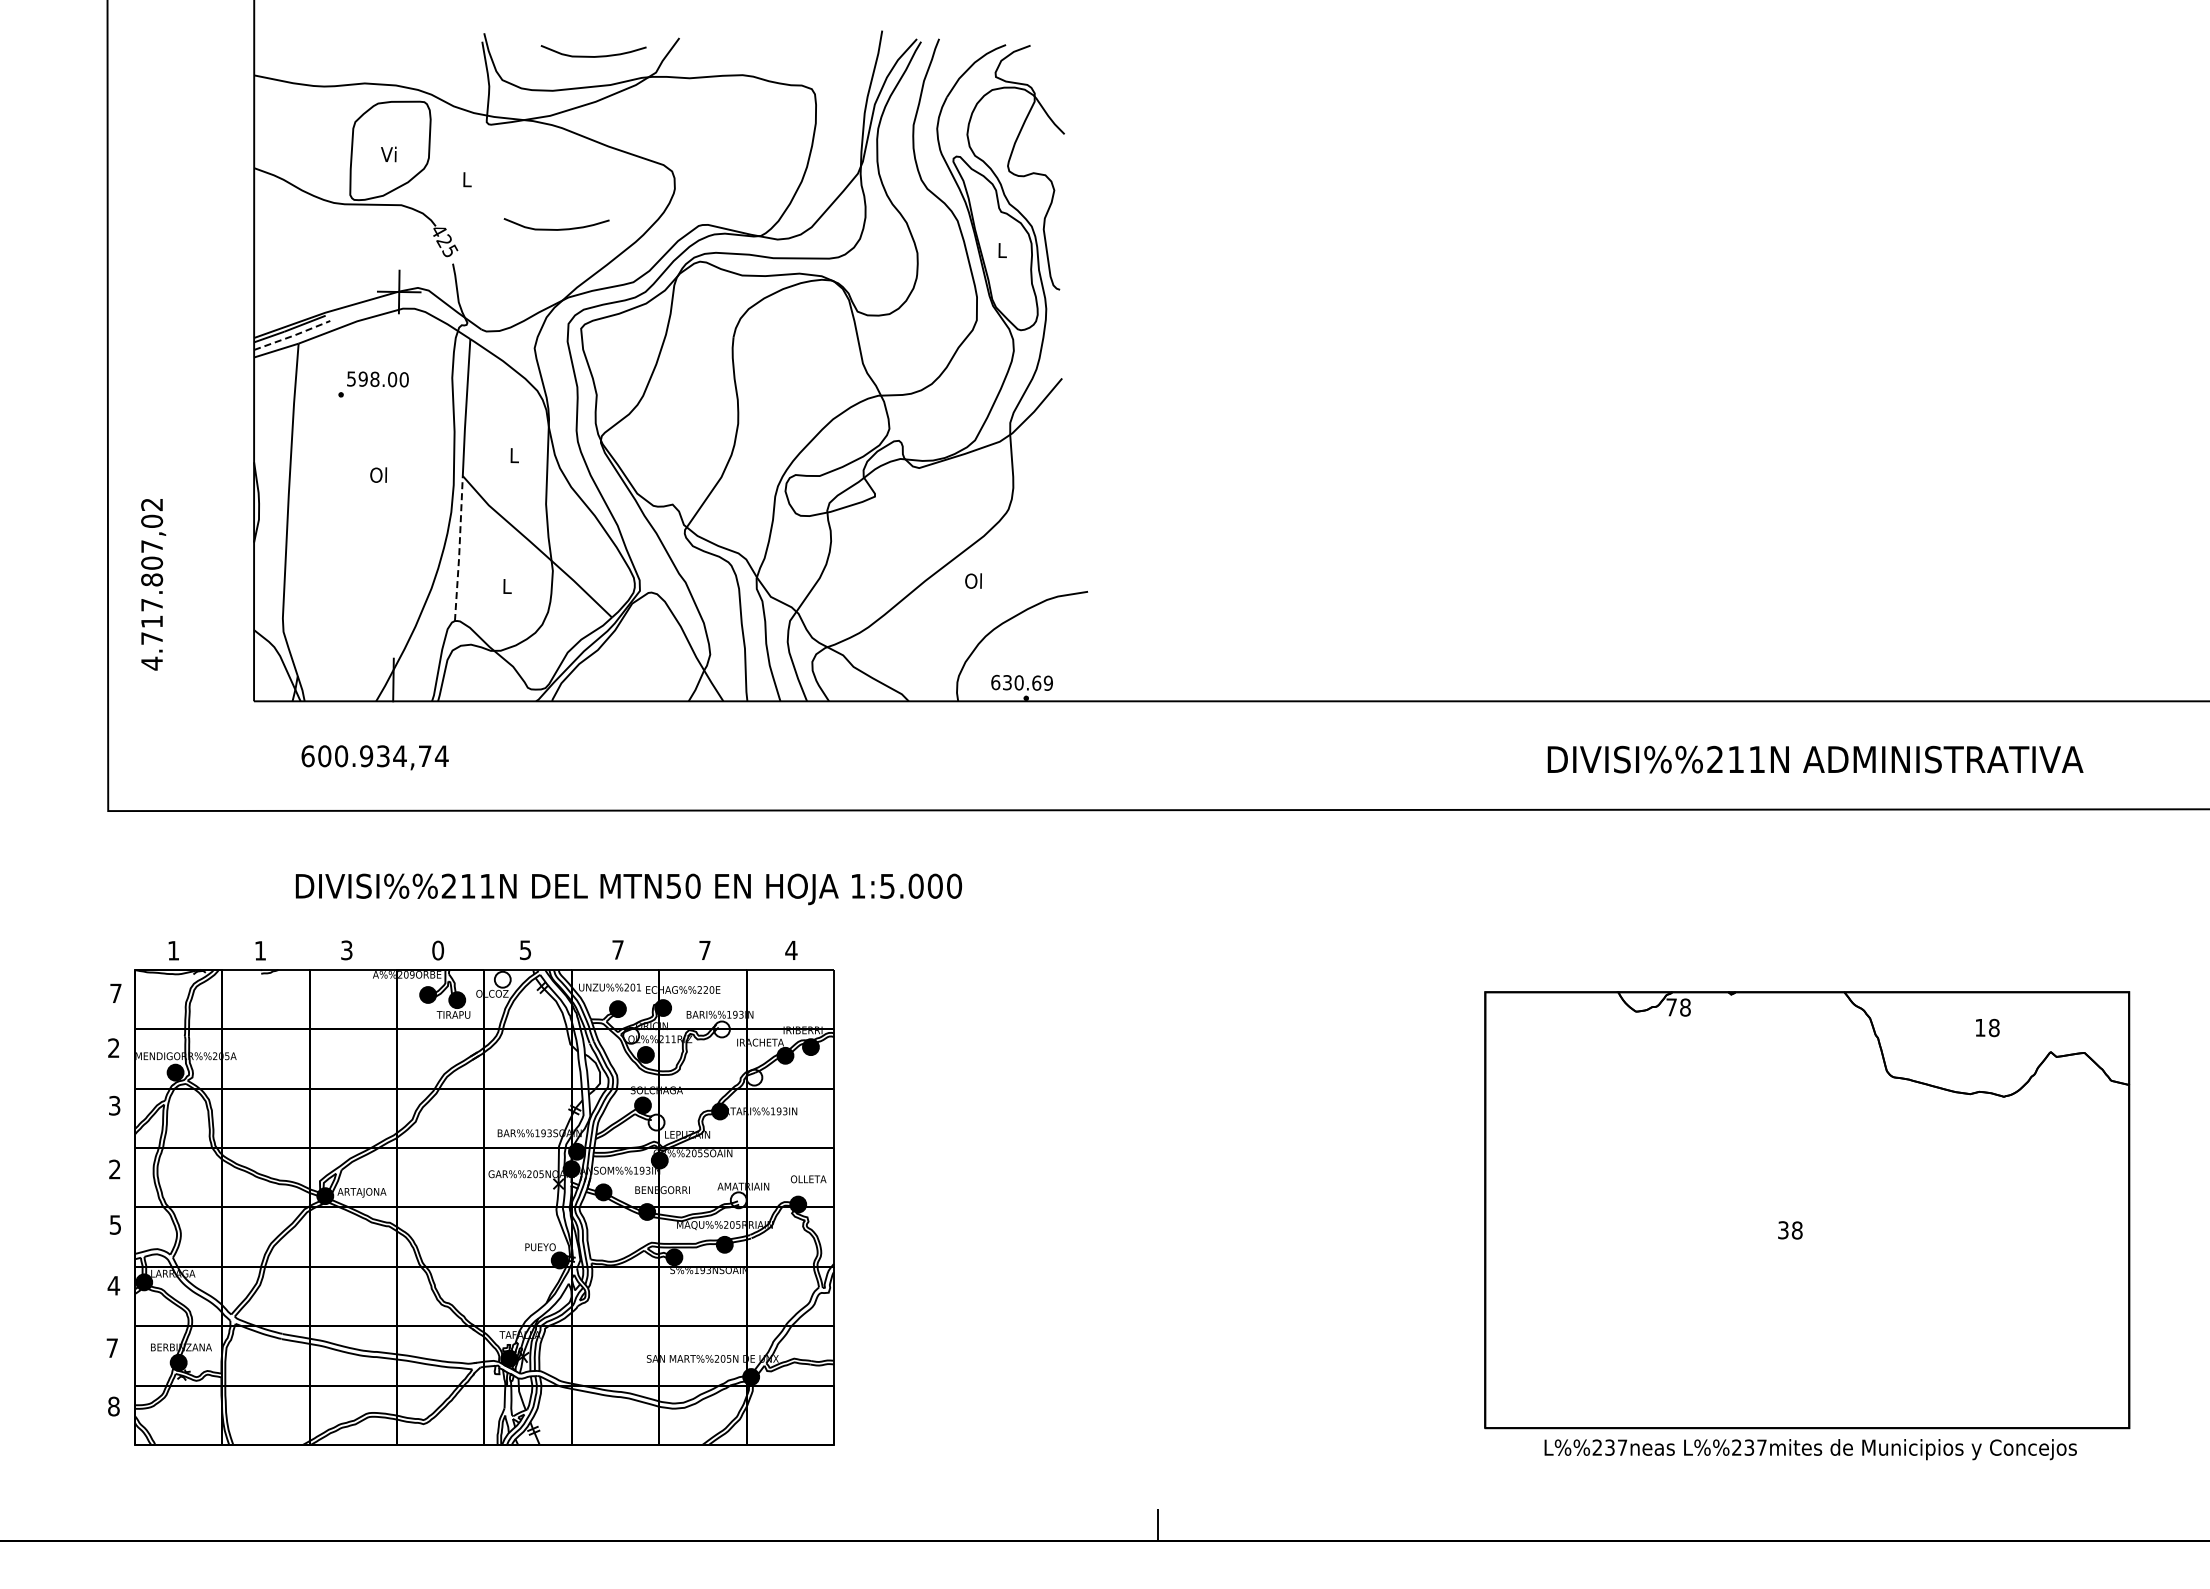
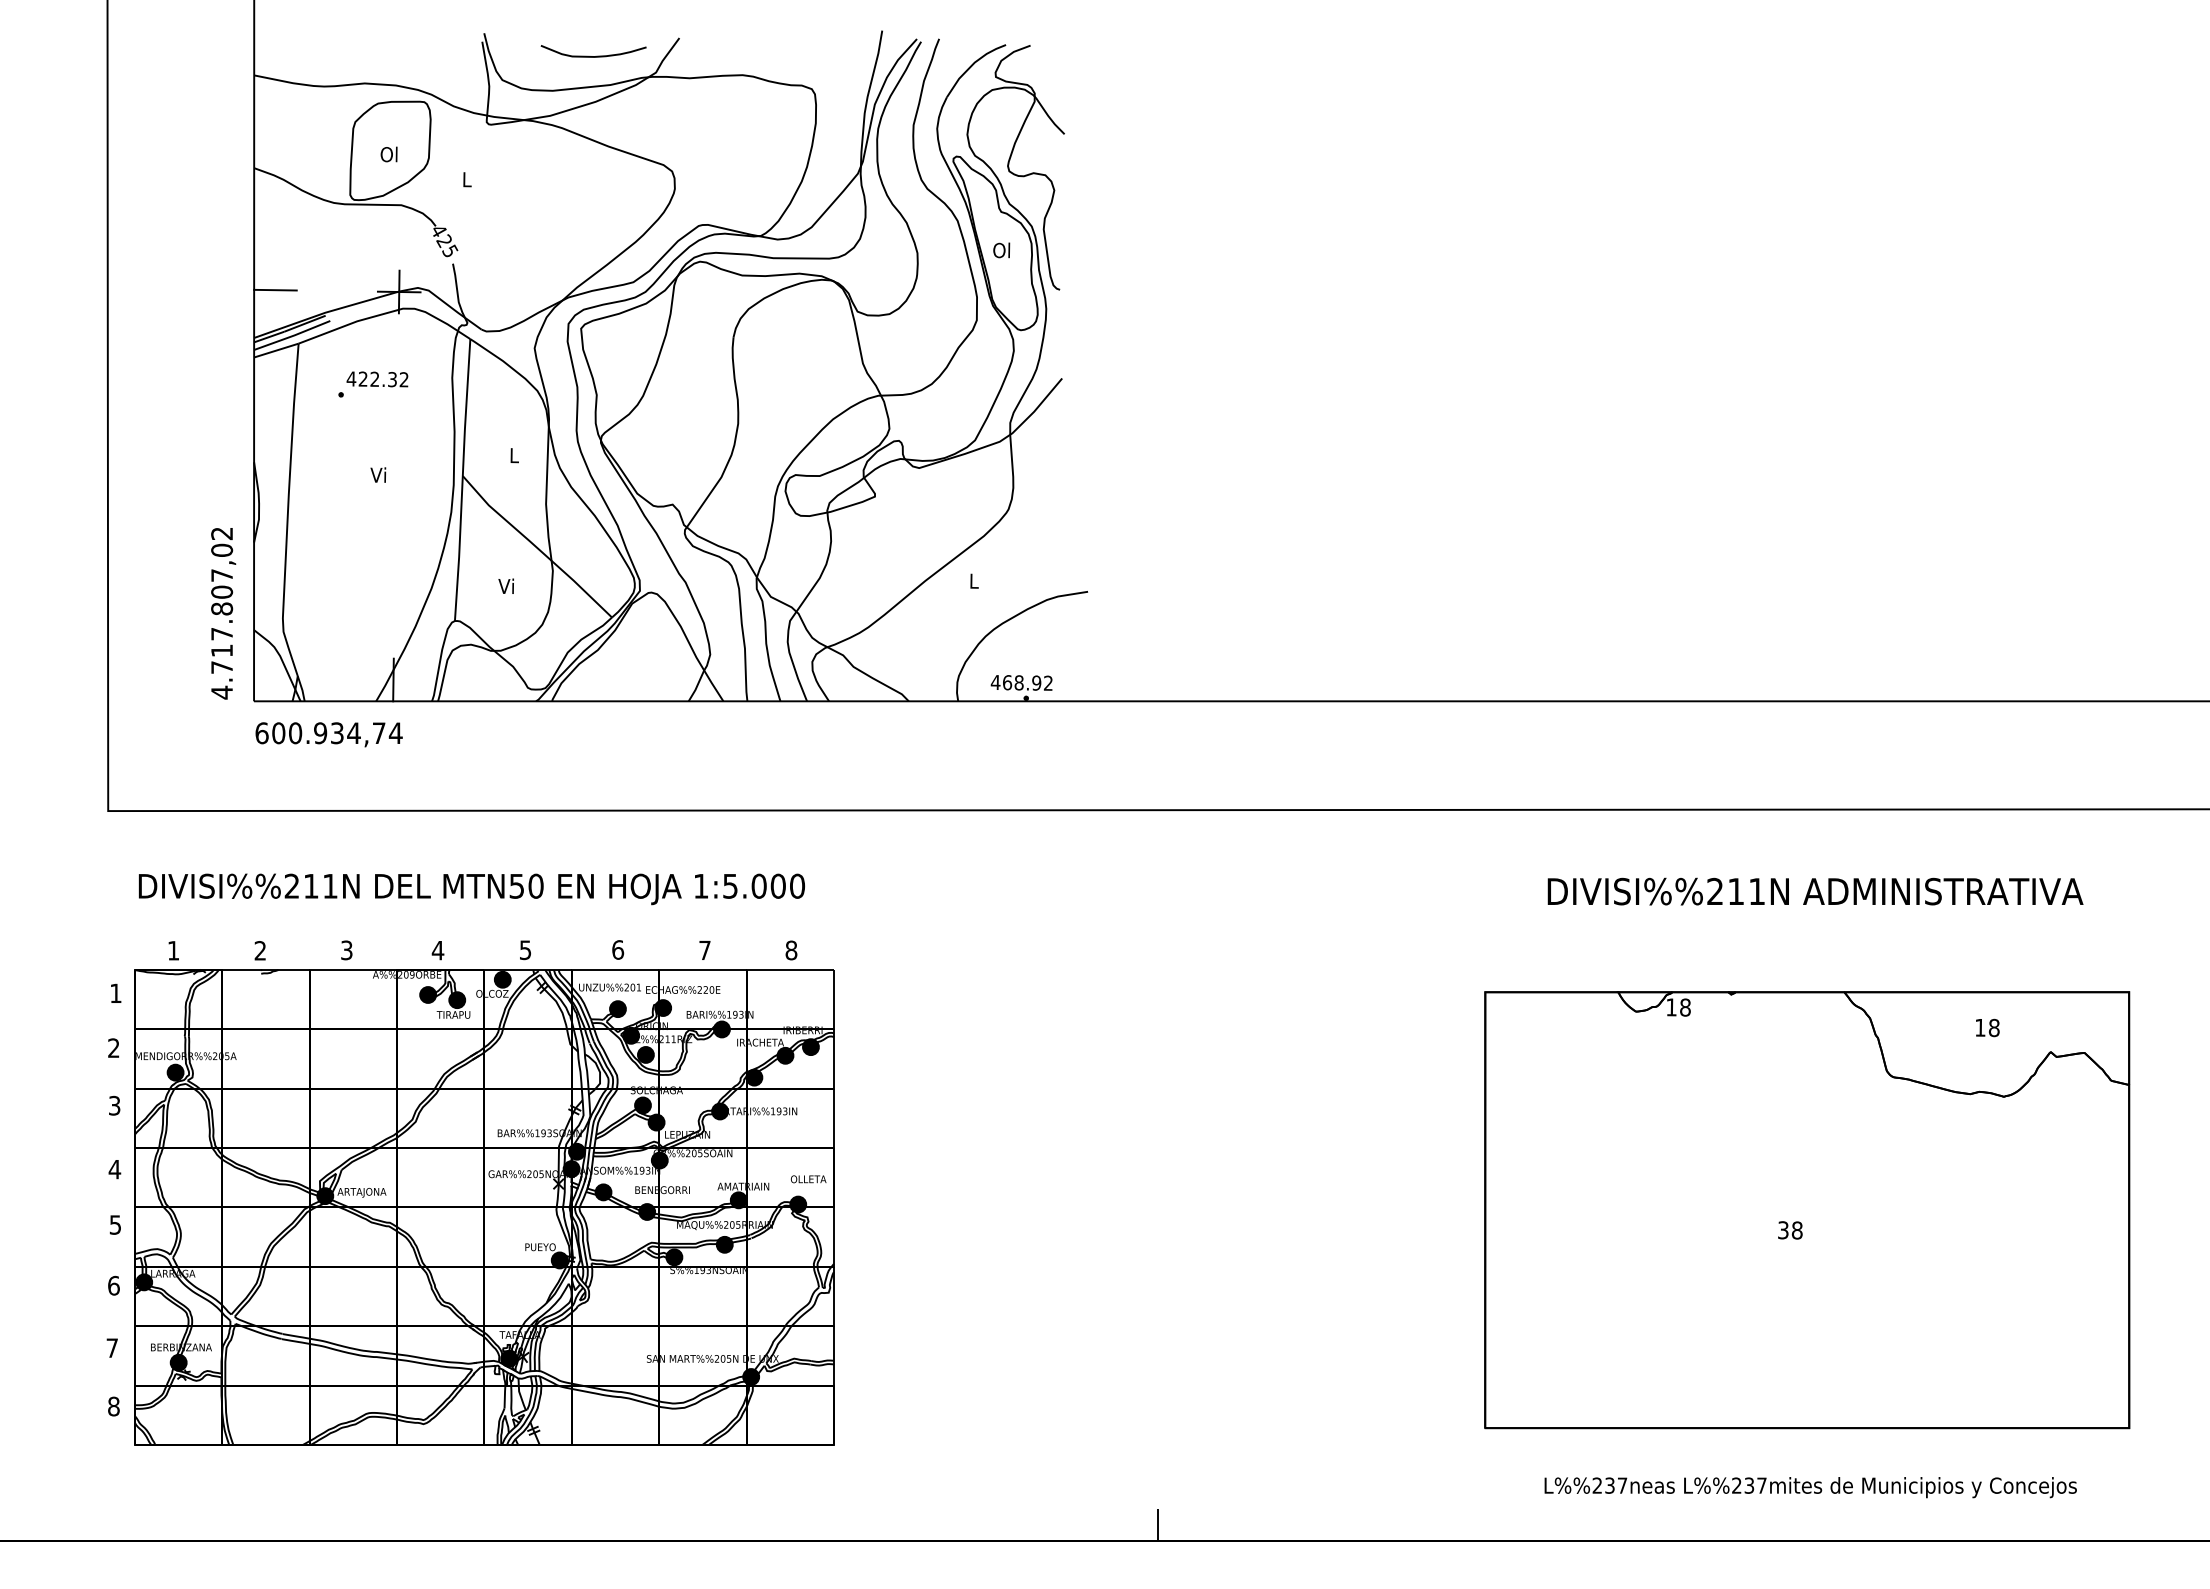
text at (388, 154): Vi -> Ol
curve at (559, 228): present -> none
text at (1001, 250): L -> Ol
line at (275, 289): none -> present
line at (292, 335): dashed -> solid
text at (377, 379): 598.00 -> 422.32
text at (378, 474): Ol -> Vi
line at (459, 548): dashed -> solid
text at (973, 580): Ol -> L
text at (153, 584) position: (153, 584) -> (223, 613)
text at (505, 585): L -> Vi
text at (1021, 682): 630.69 -> 468.92
text at (374, 757) position: (374, 757) -> (328, 734)
text at (1815, 759) position: (1815, 759) -> (1815, 891)
text at (628, 889) position: (628, 889) -> (471, 889)
text at (618, 949): 7 -> 6
text at (259, 950): 1 -> 2
text at (437, 950): 0 -> 4
text at (791, 950): 4 -> 8
fill at (502, 979): none -> present
text at (115, 992): 7 -> 1
text at (1671, 1007): 78 -> 18
fill at (721, 1029): none -> present
fill at (631, 1035): none -> present
fill at (754, 1077): none -> present
fill at (656, 1122): none -> present
text at (114, 1169): 2 -> 4
fill at (738, 1200): none -> present
text at (113, 1285): 4 -> 6
text at (1810, 1449) position: (1810, 1449) -> (1810, 1487)
